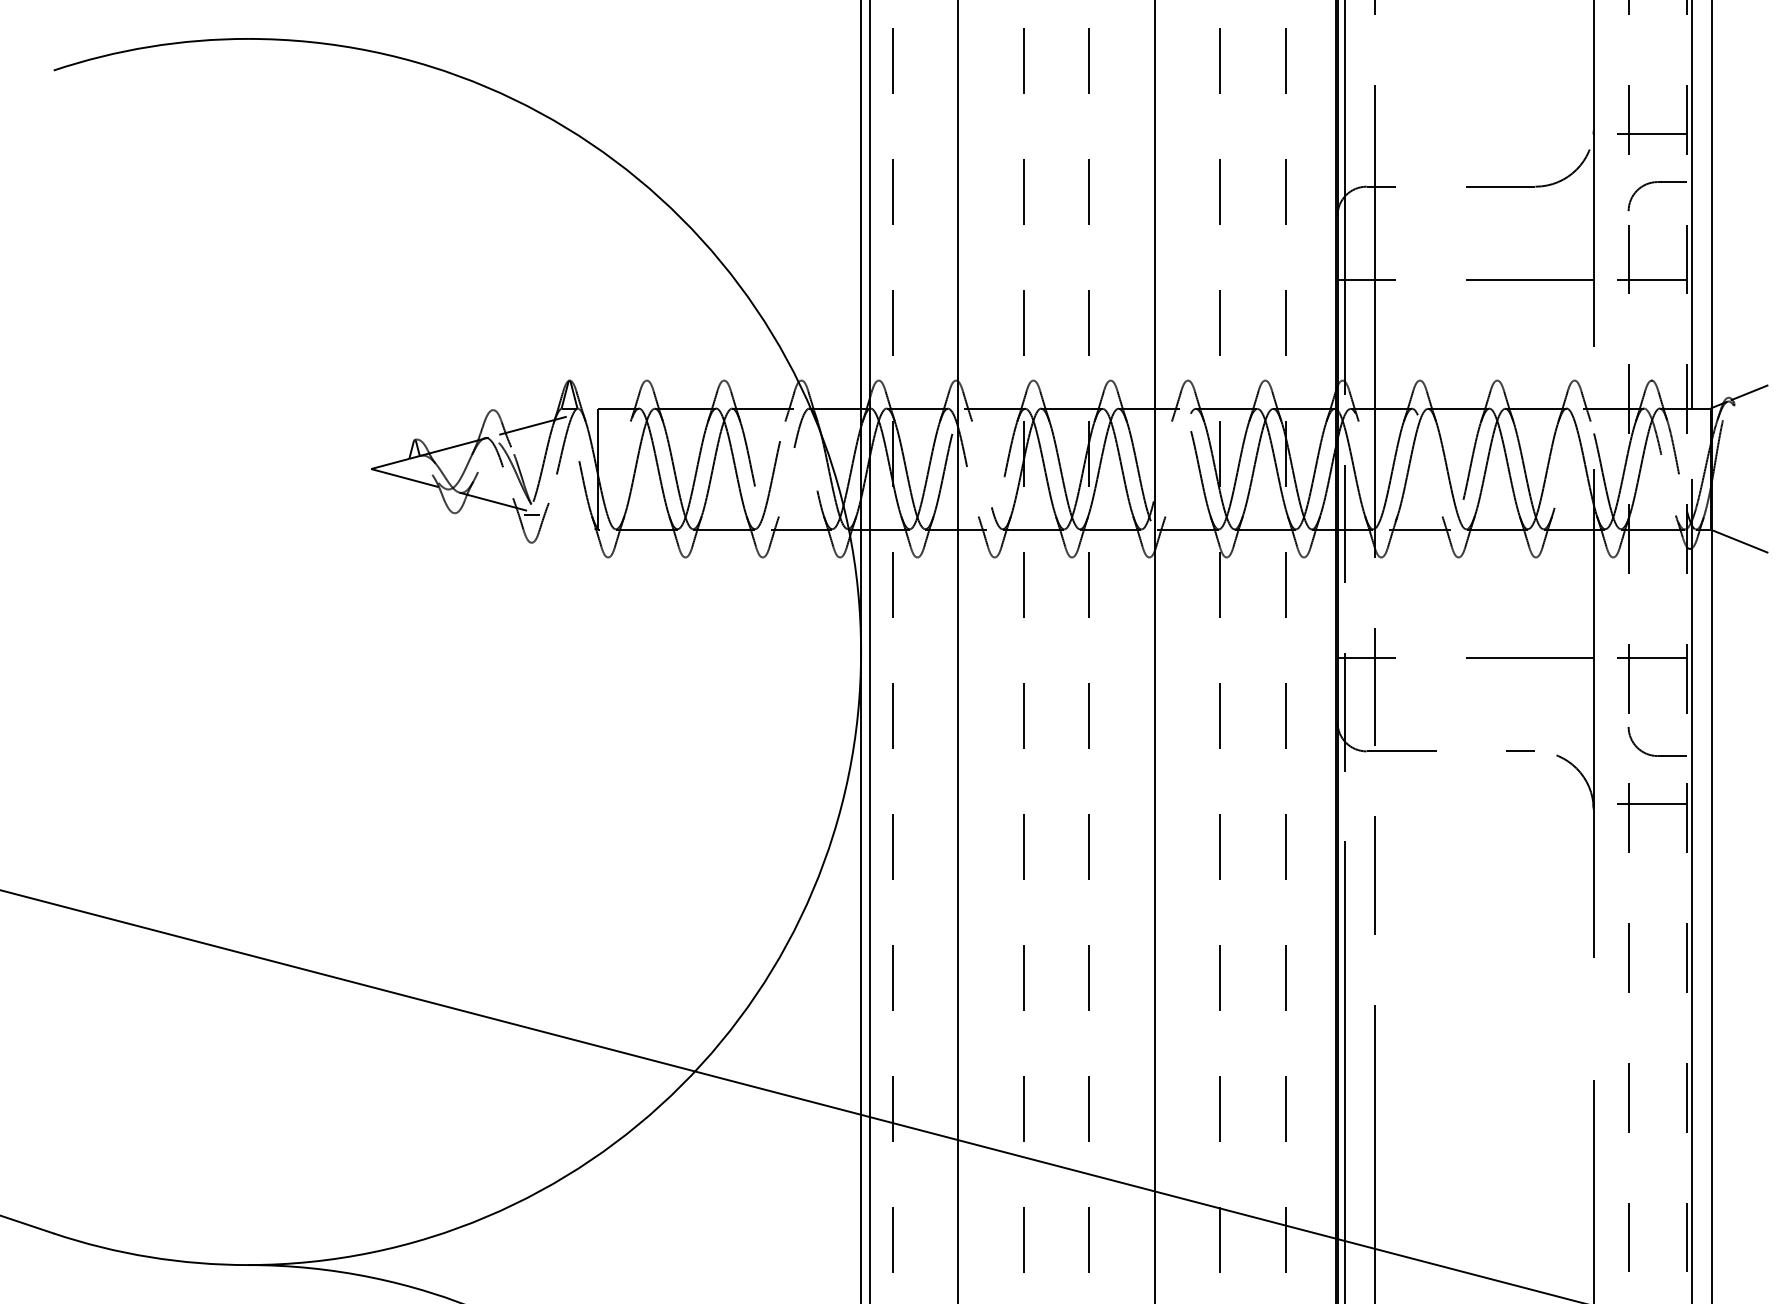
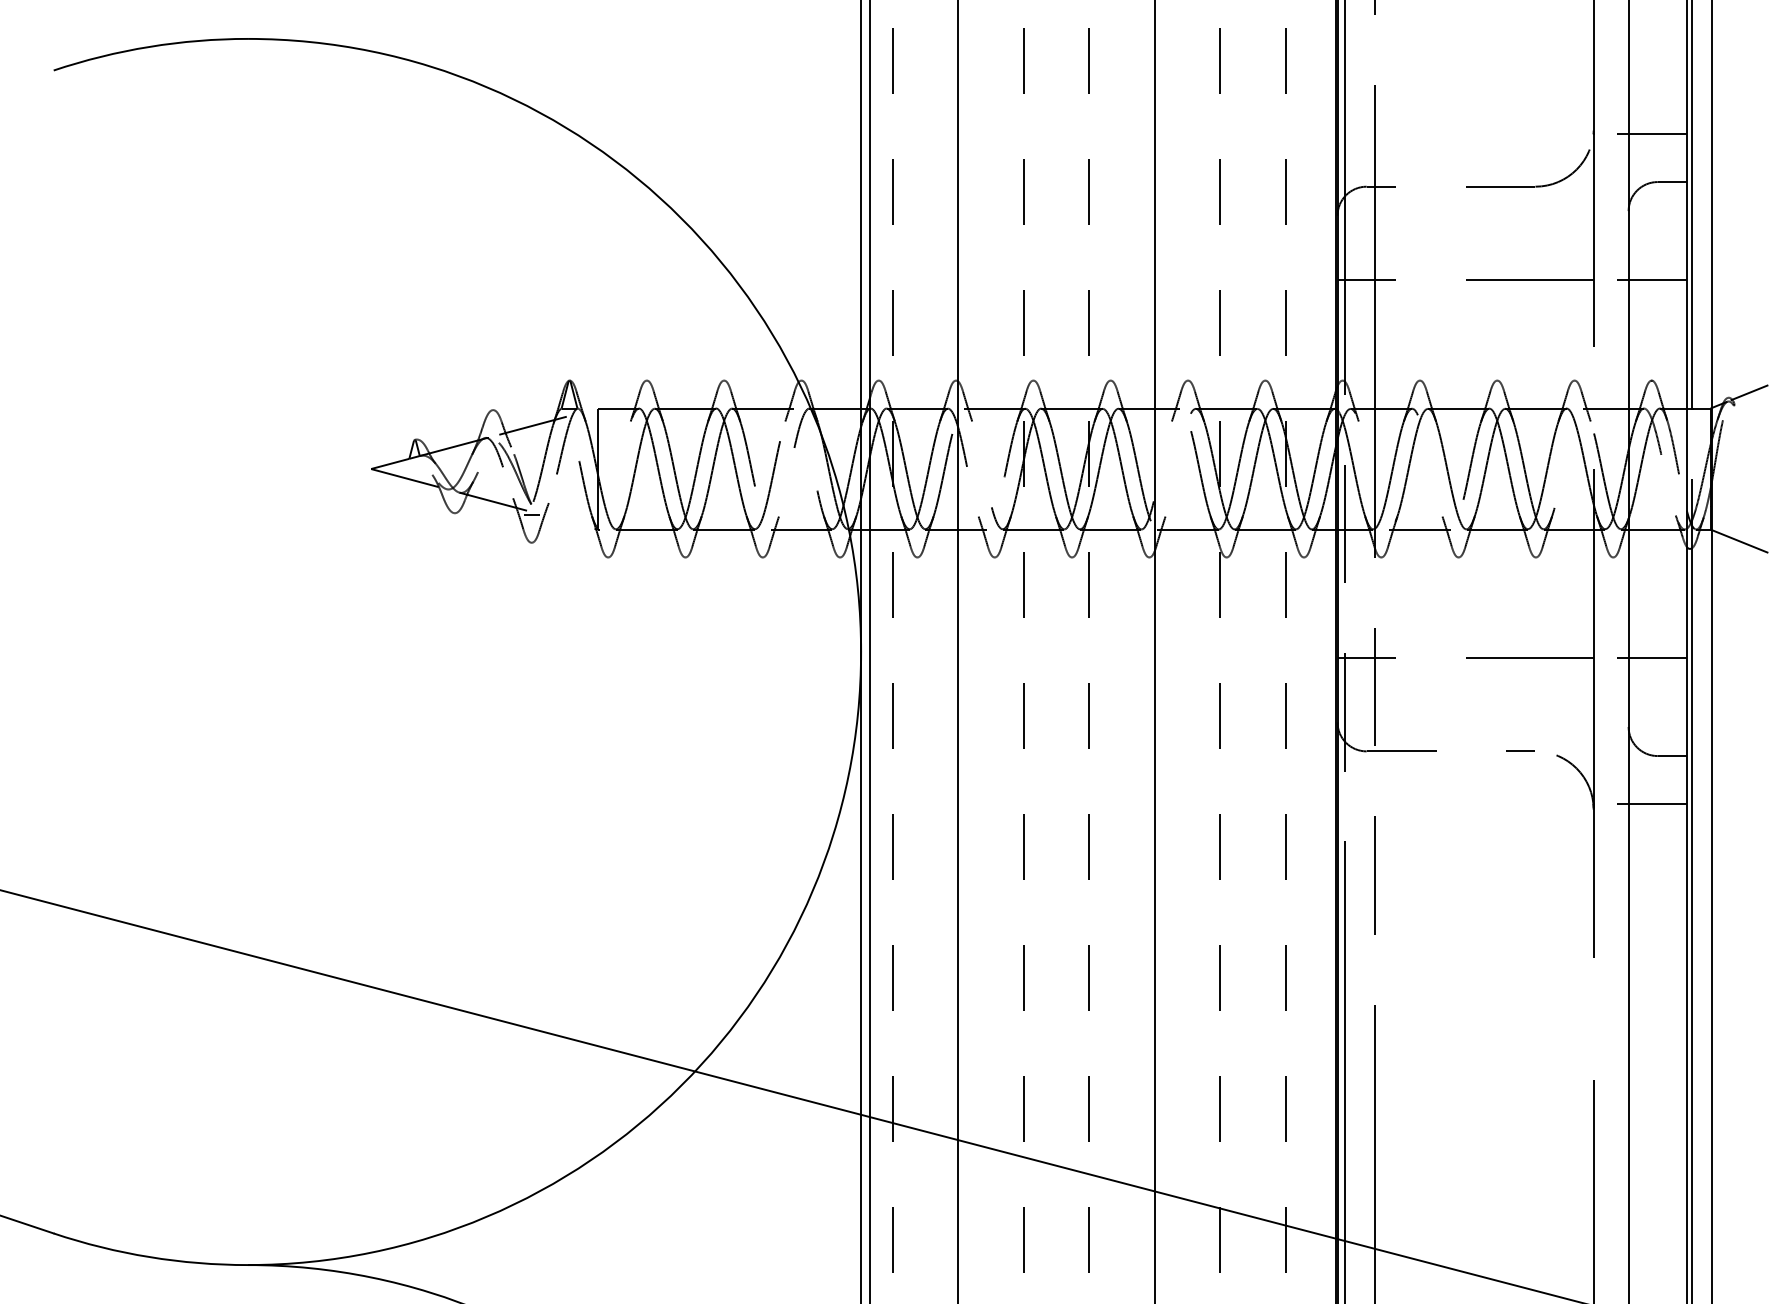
line at (1628, 651): dashed -> solid
line at (1686, 651): dashed -> solid
